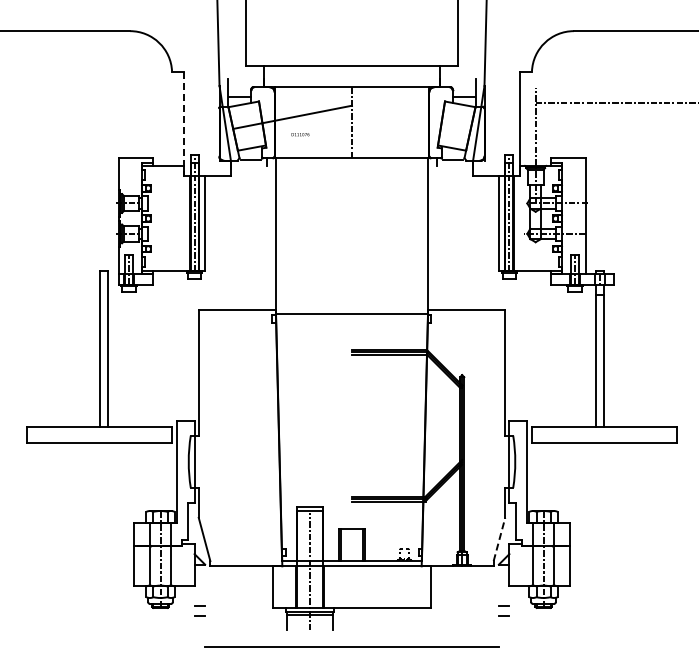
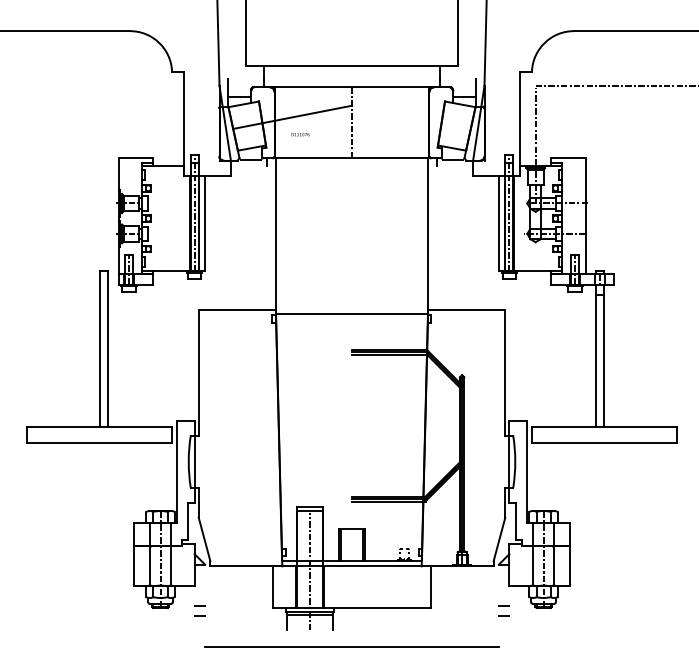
line at (615, 102) position: (615, 102) -> (615, 85)
line at (184, 124): dashed -> solid
line at (499, 538): dashed -> solid
